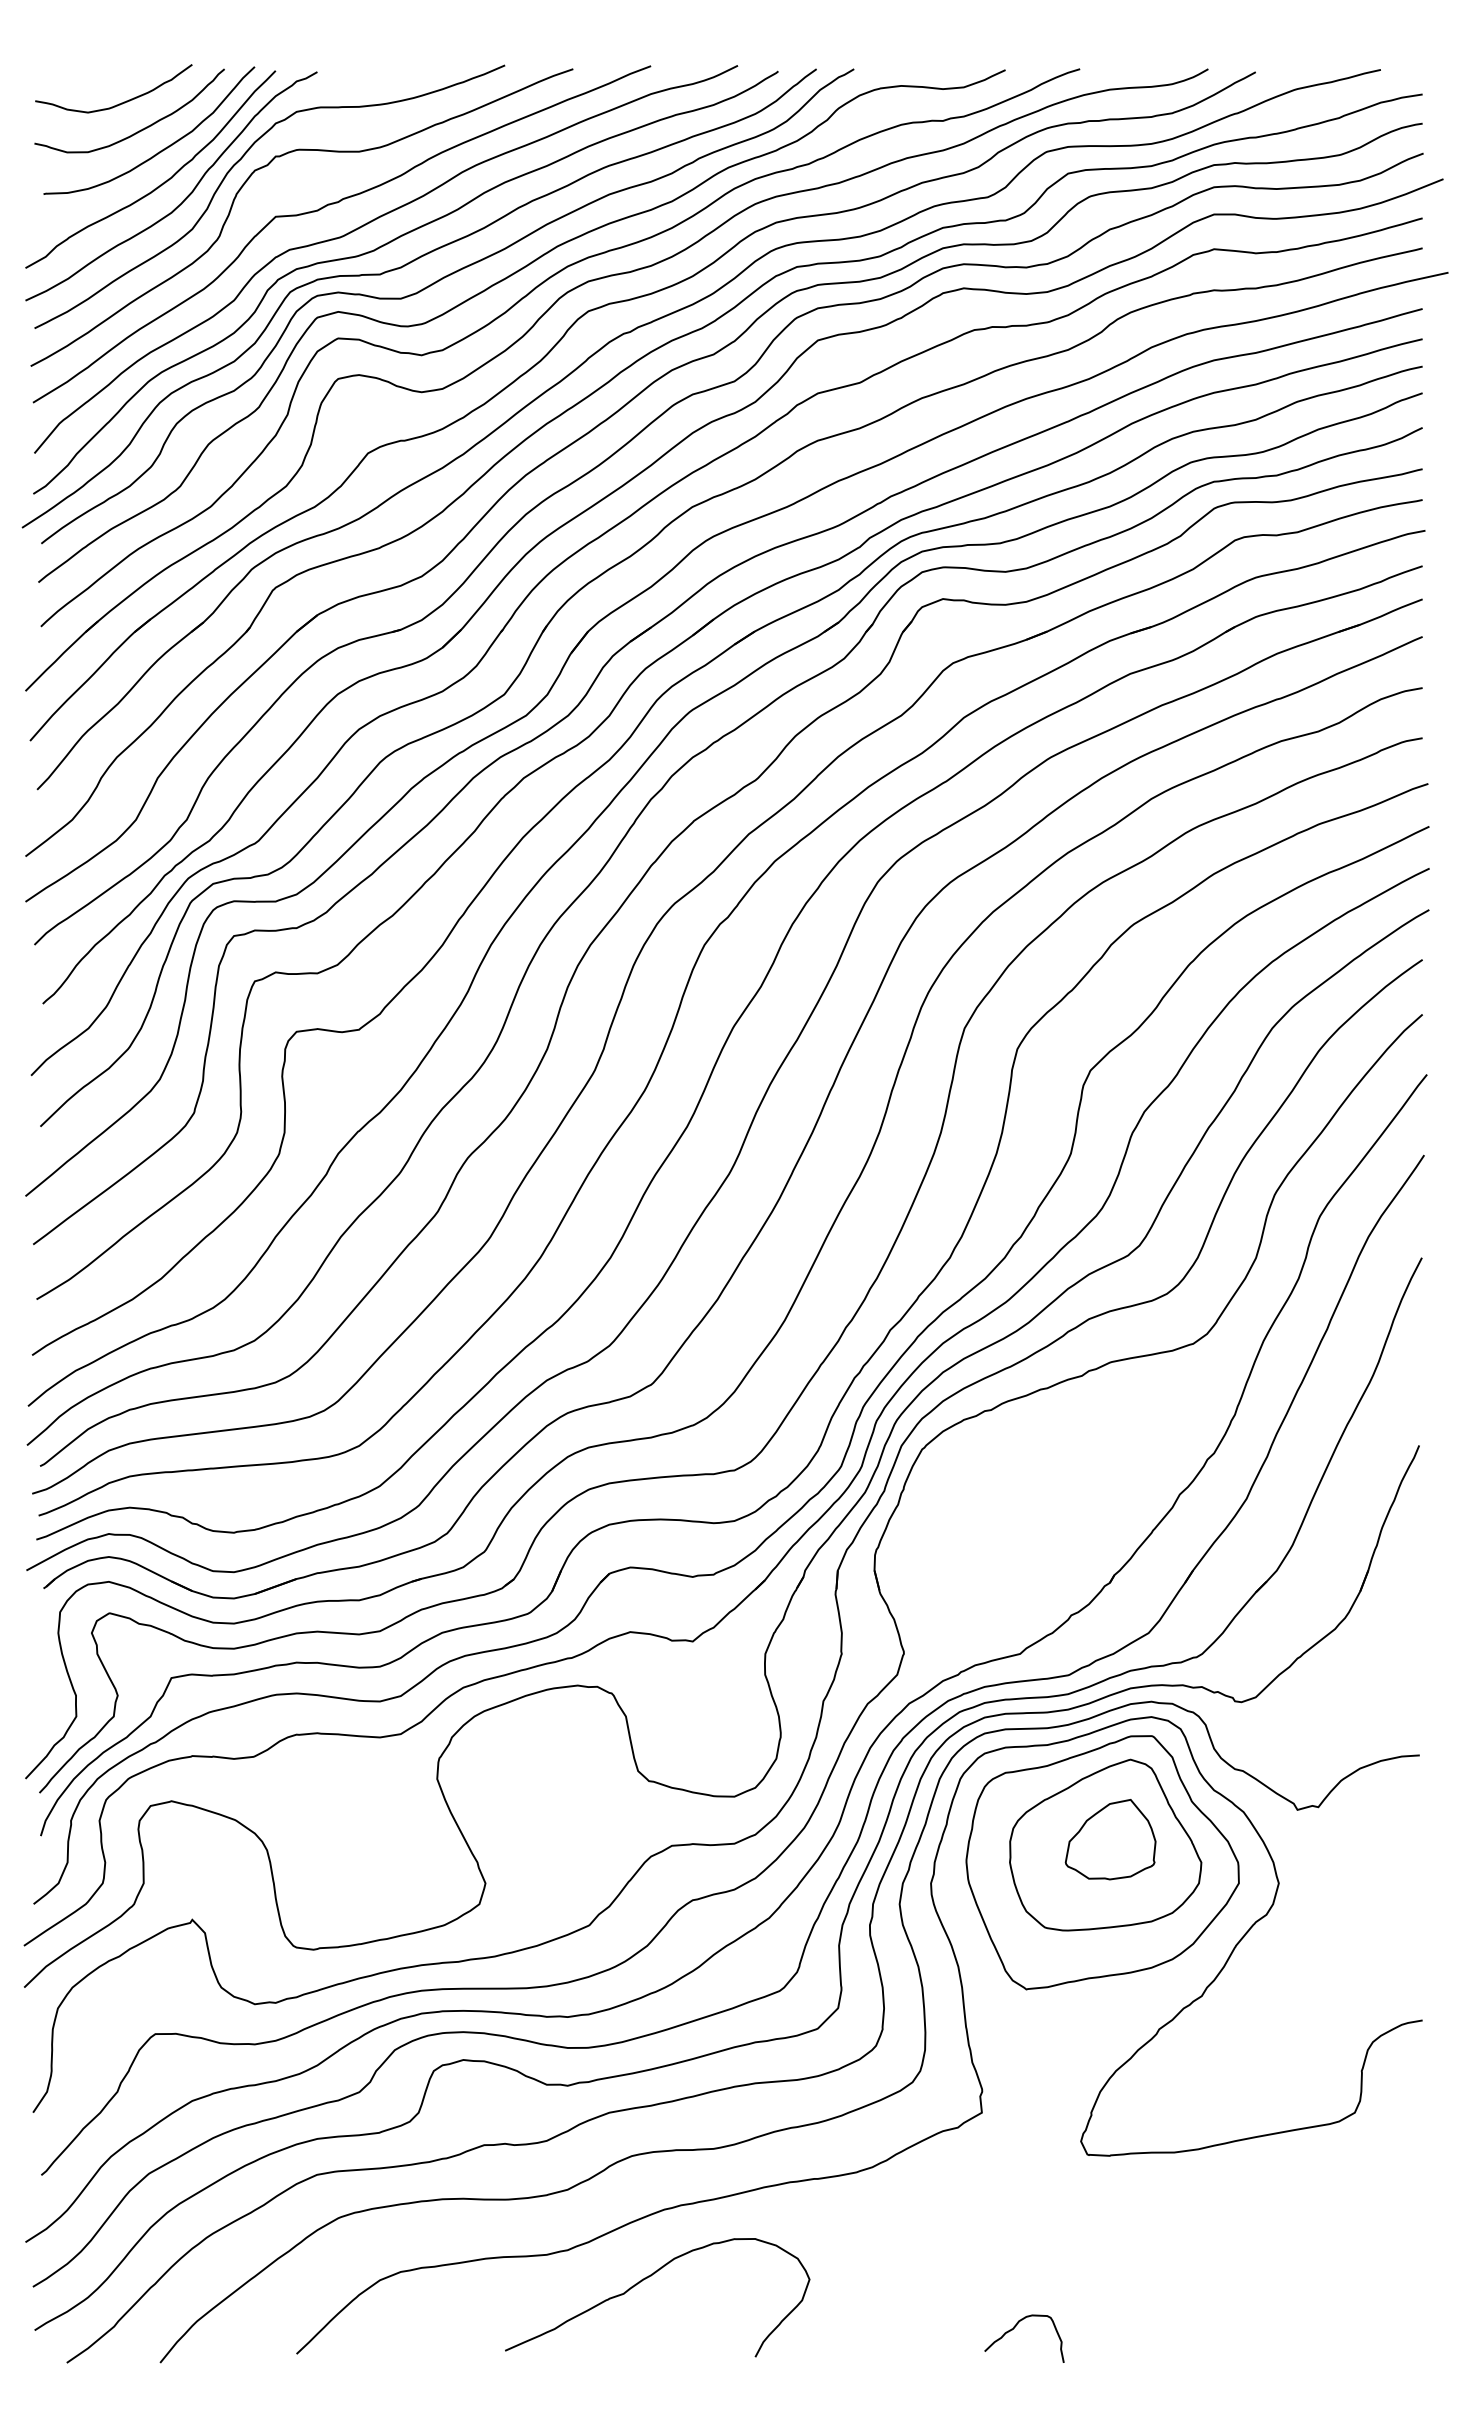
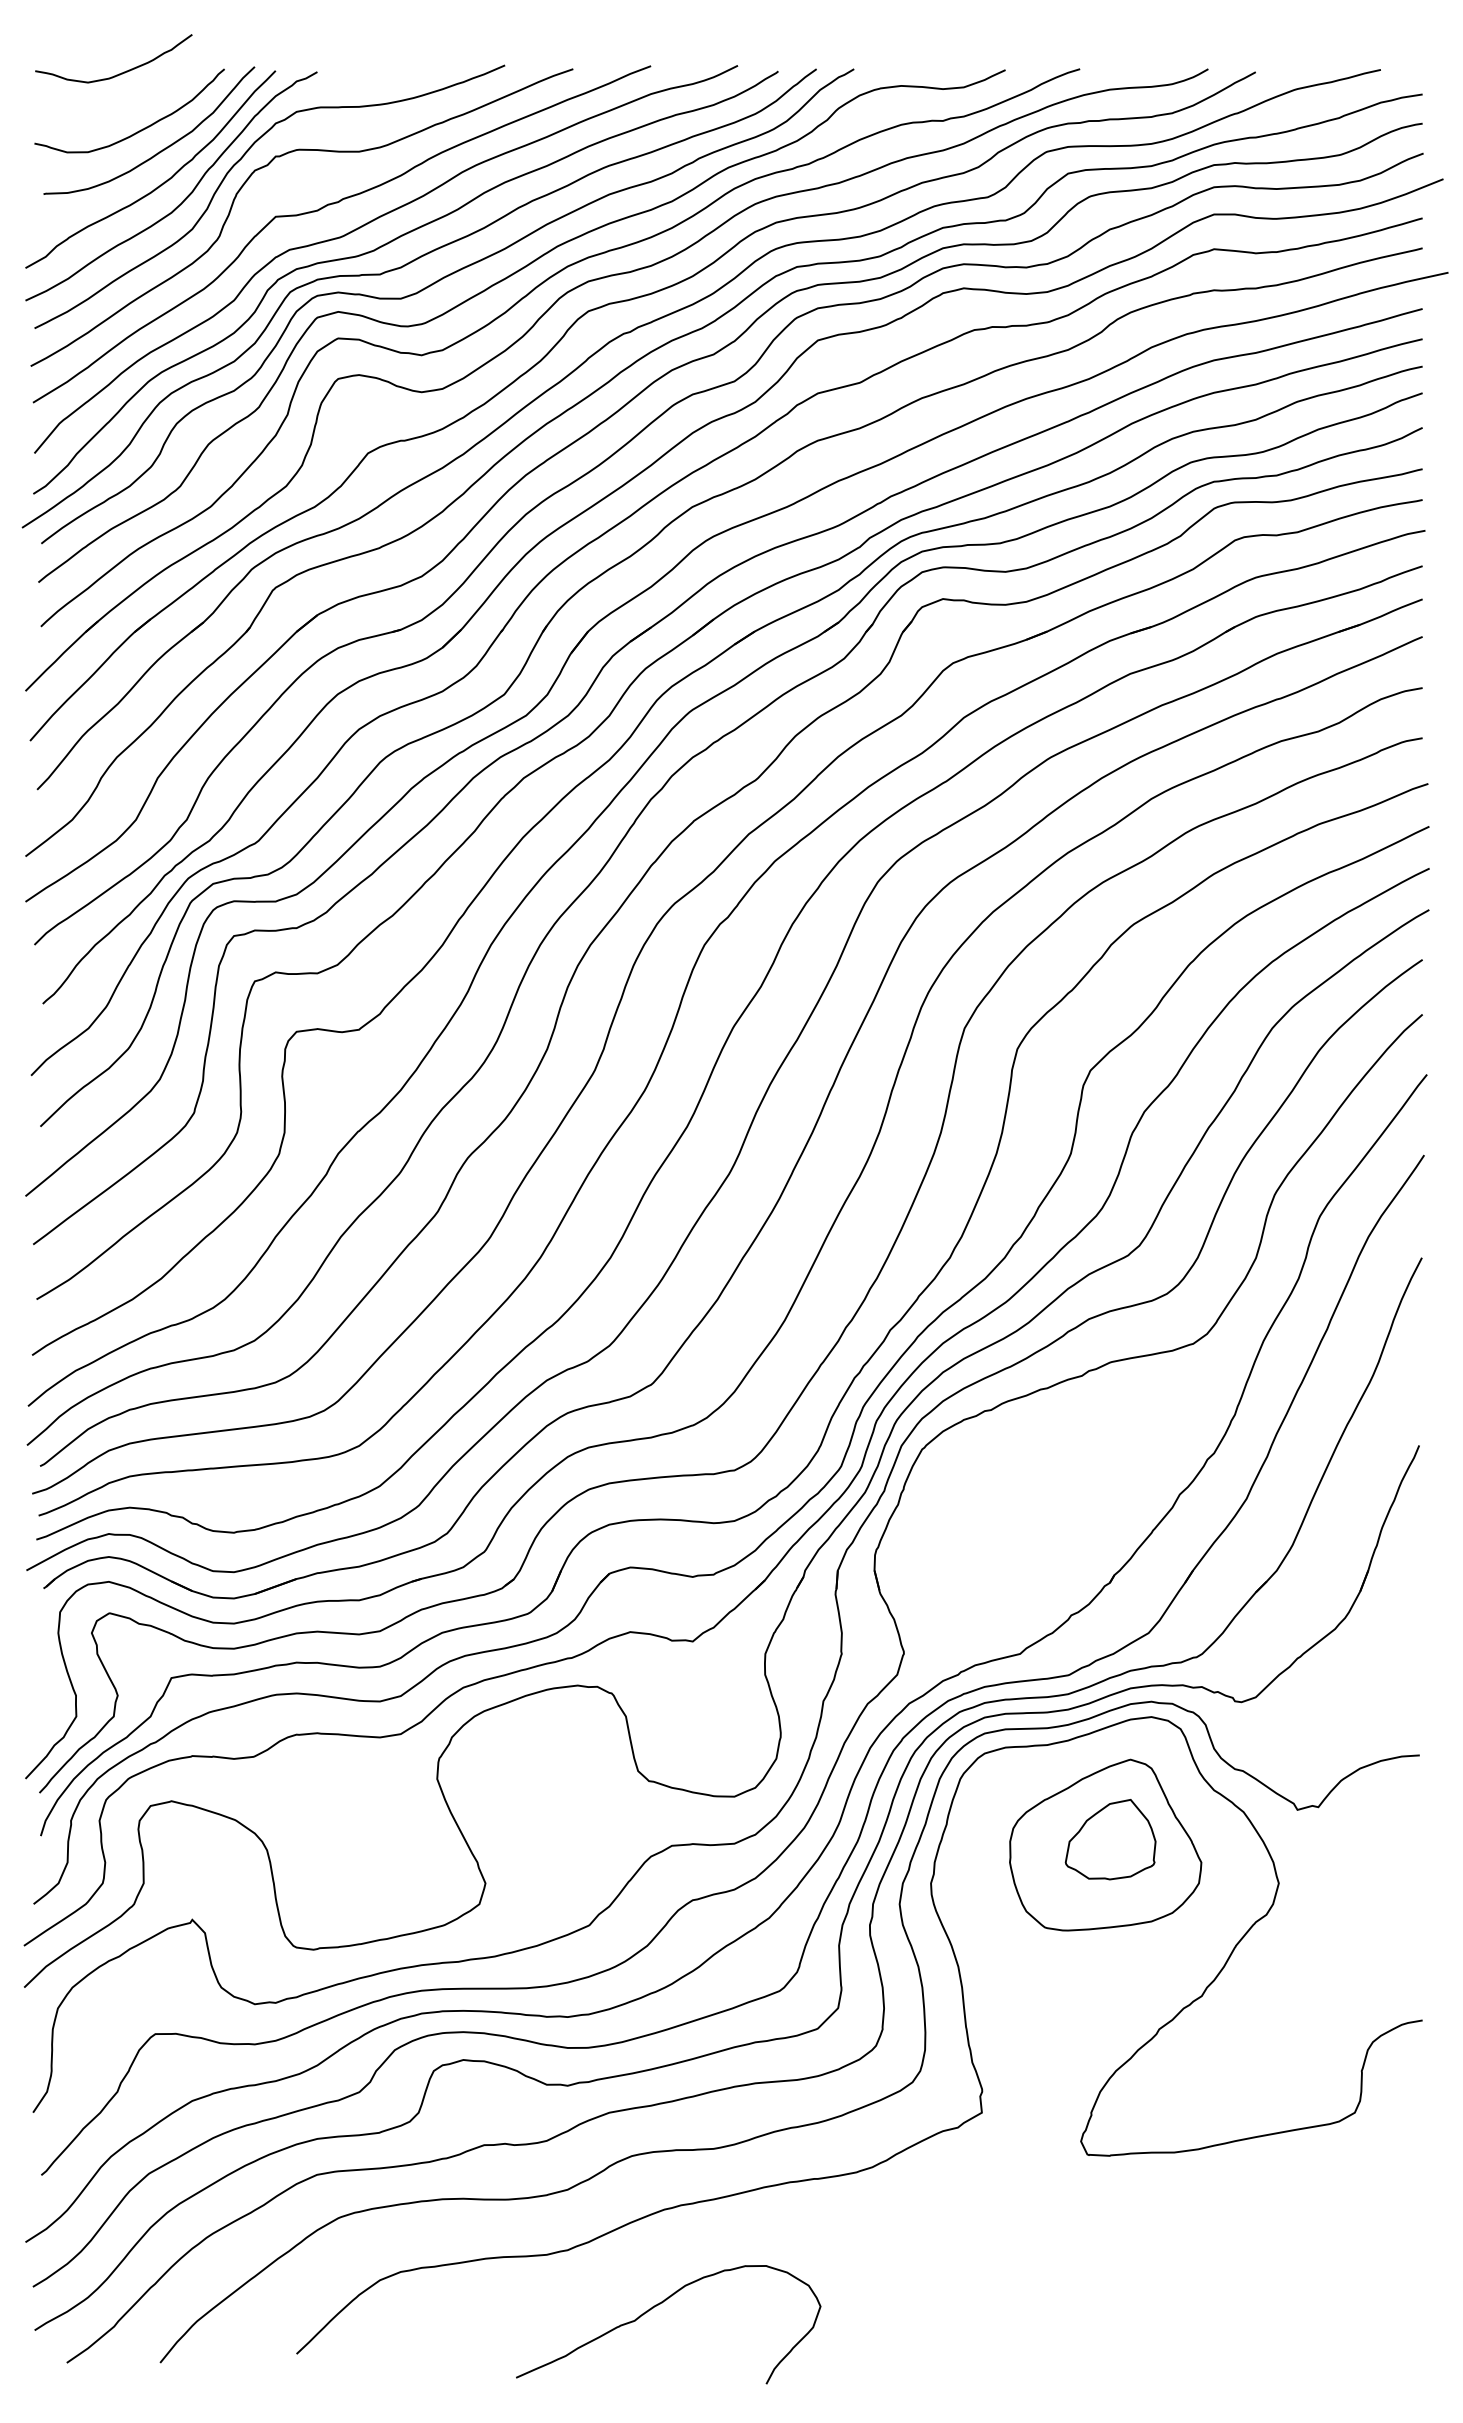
curve at (121, 102) position: (121, 102) -> (121, 72)
part at (1102, 1862): present -> none
curve at (647, 2278) position: (647, 2278) -> (658, 2305)
curve at (1014, 2328): present -> none
